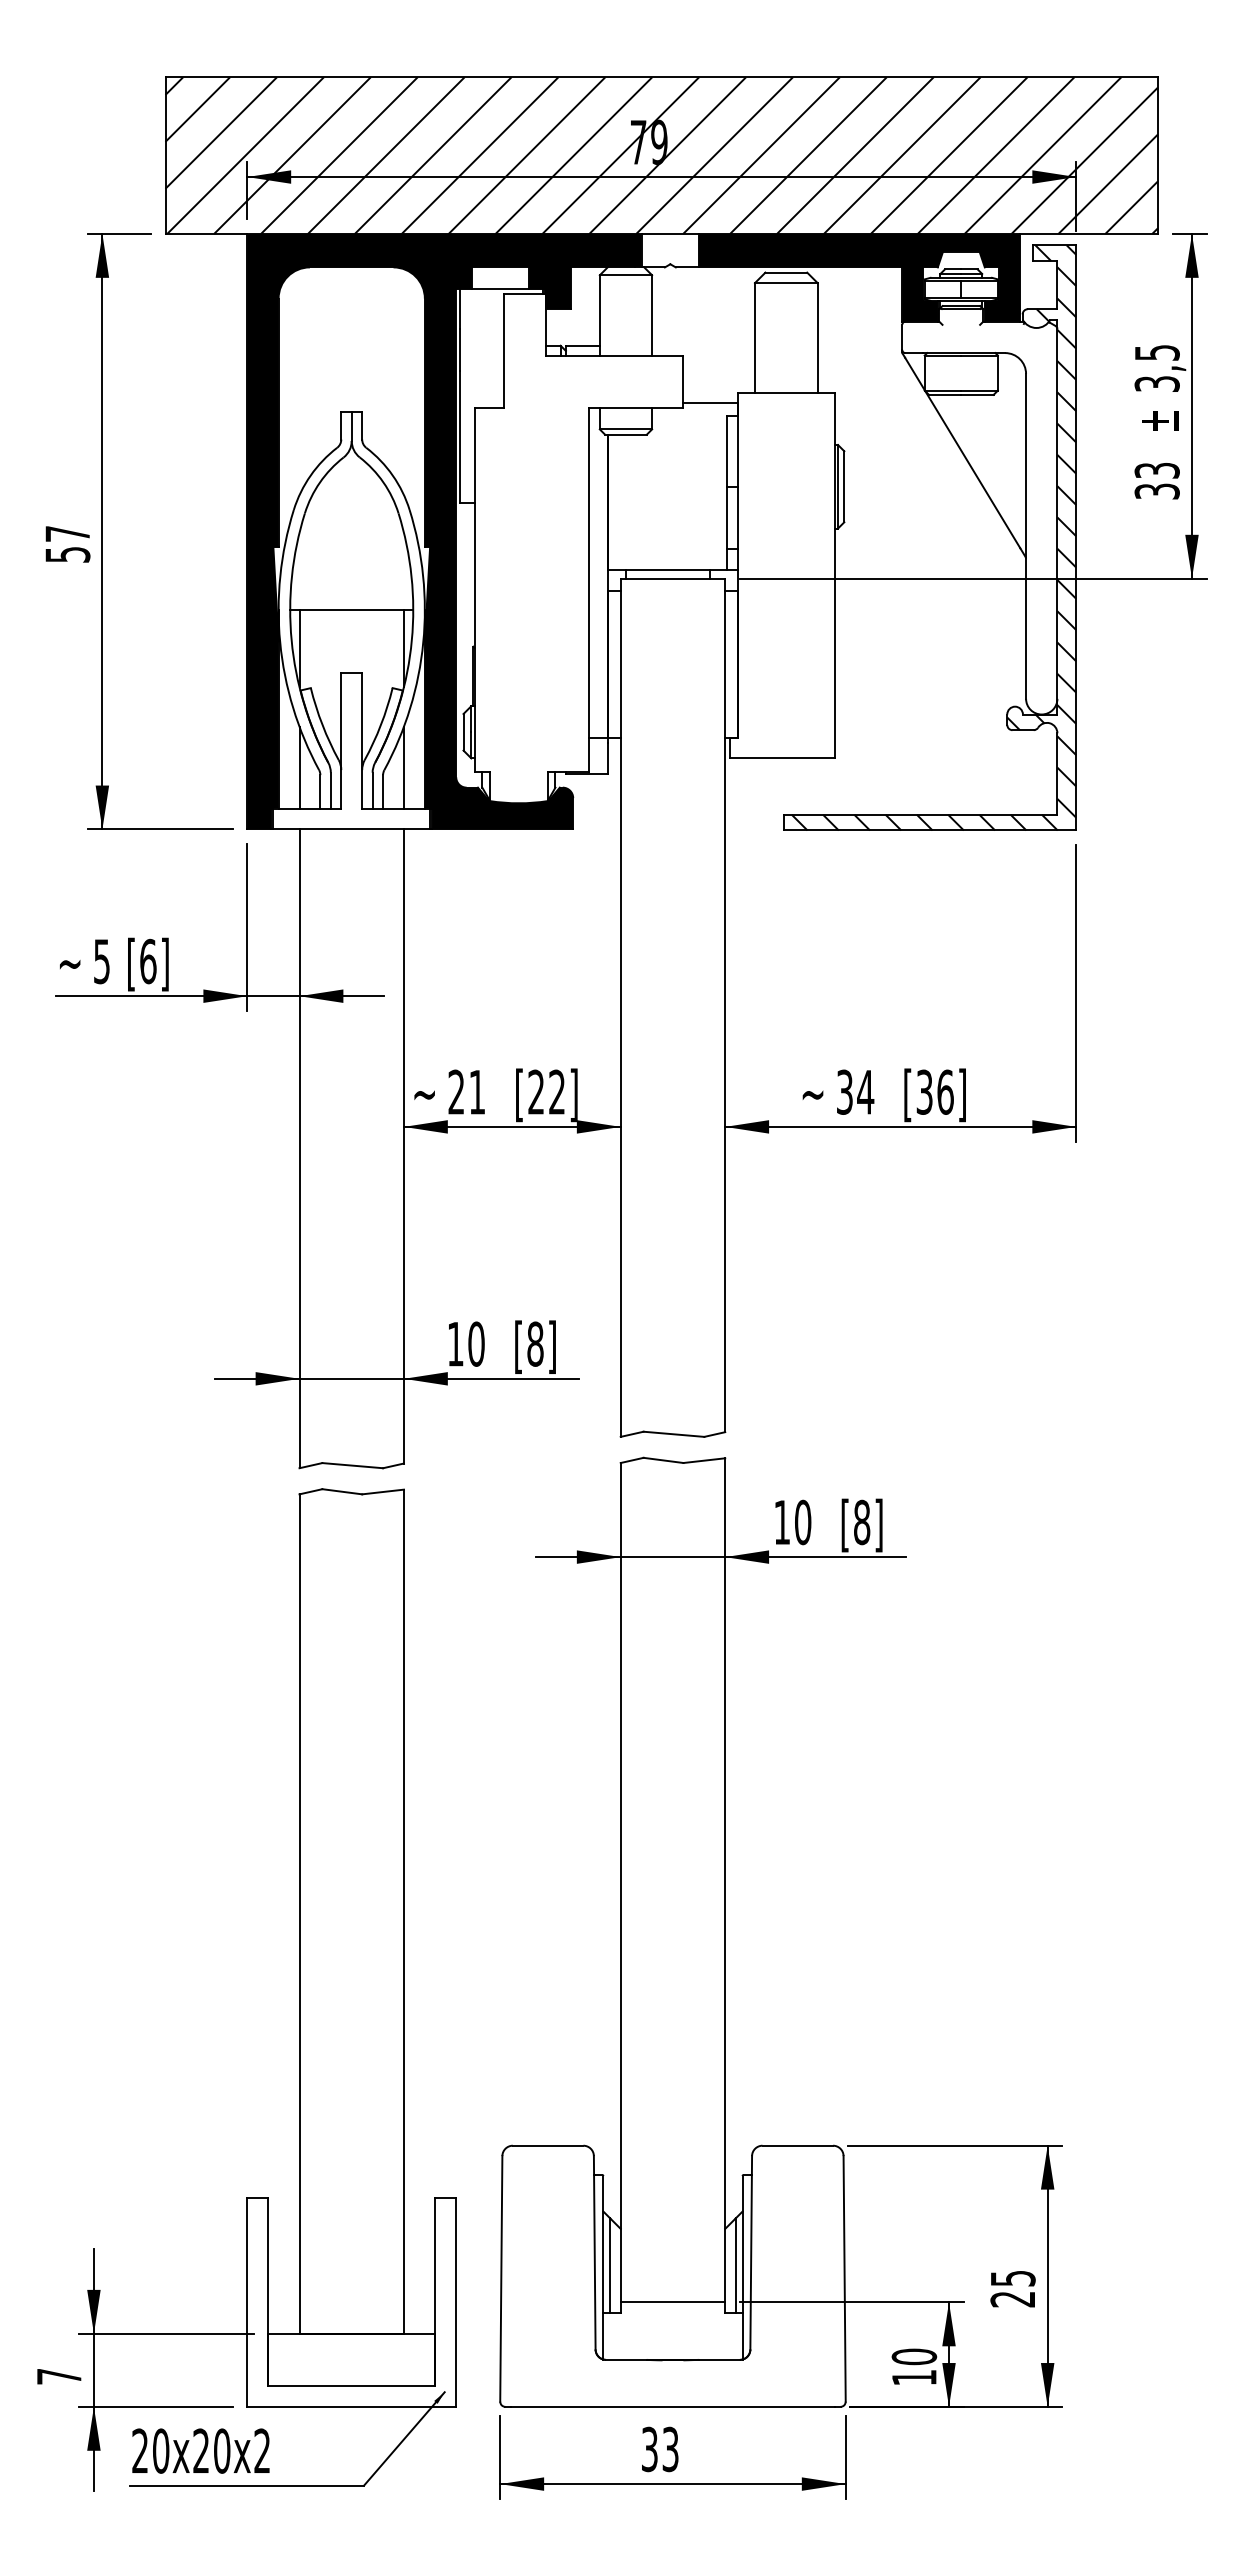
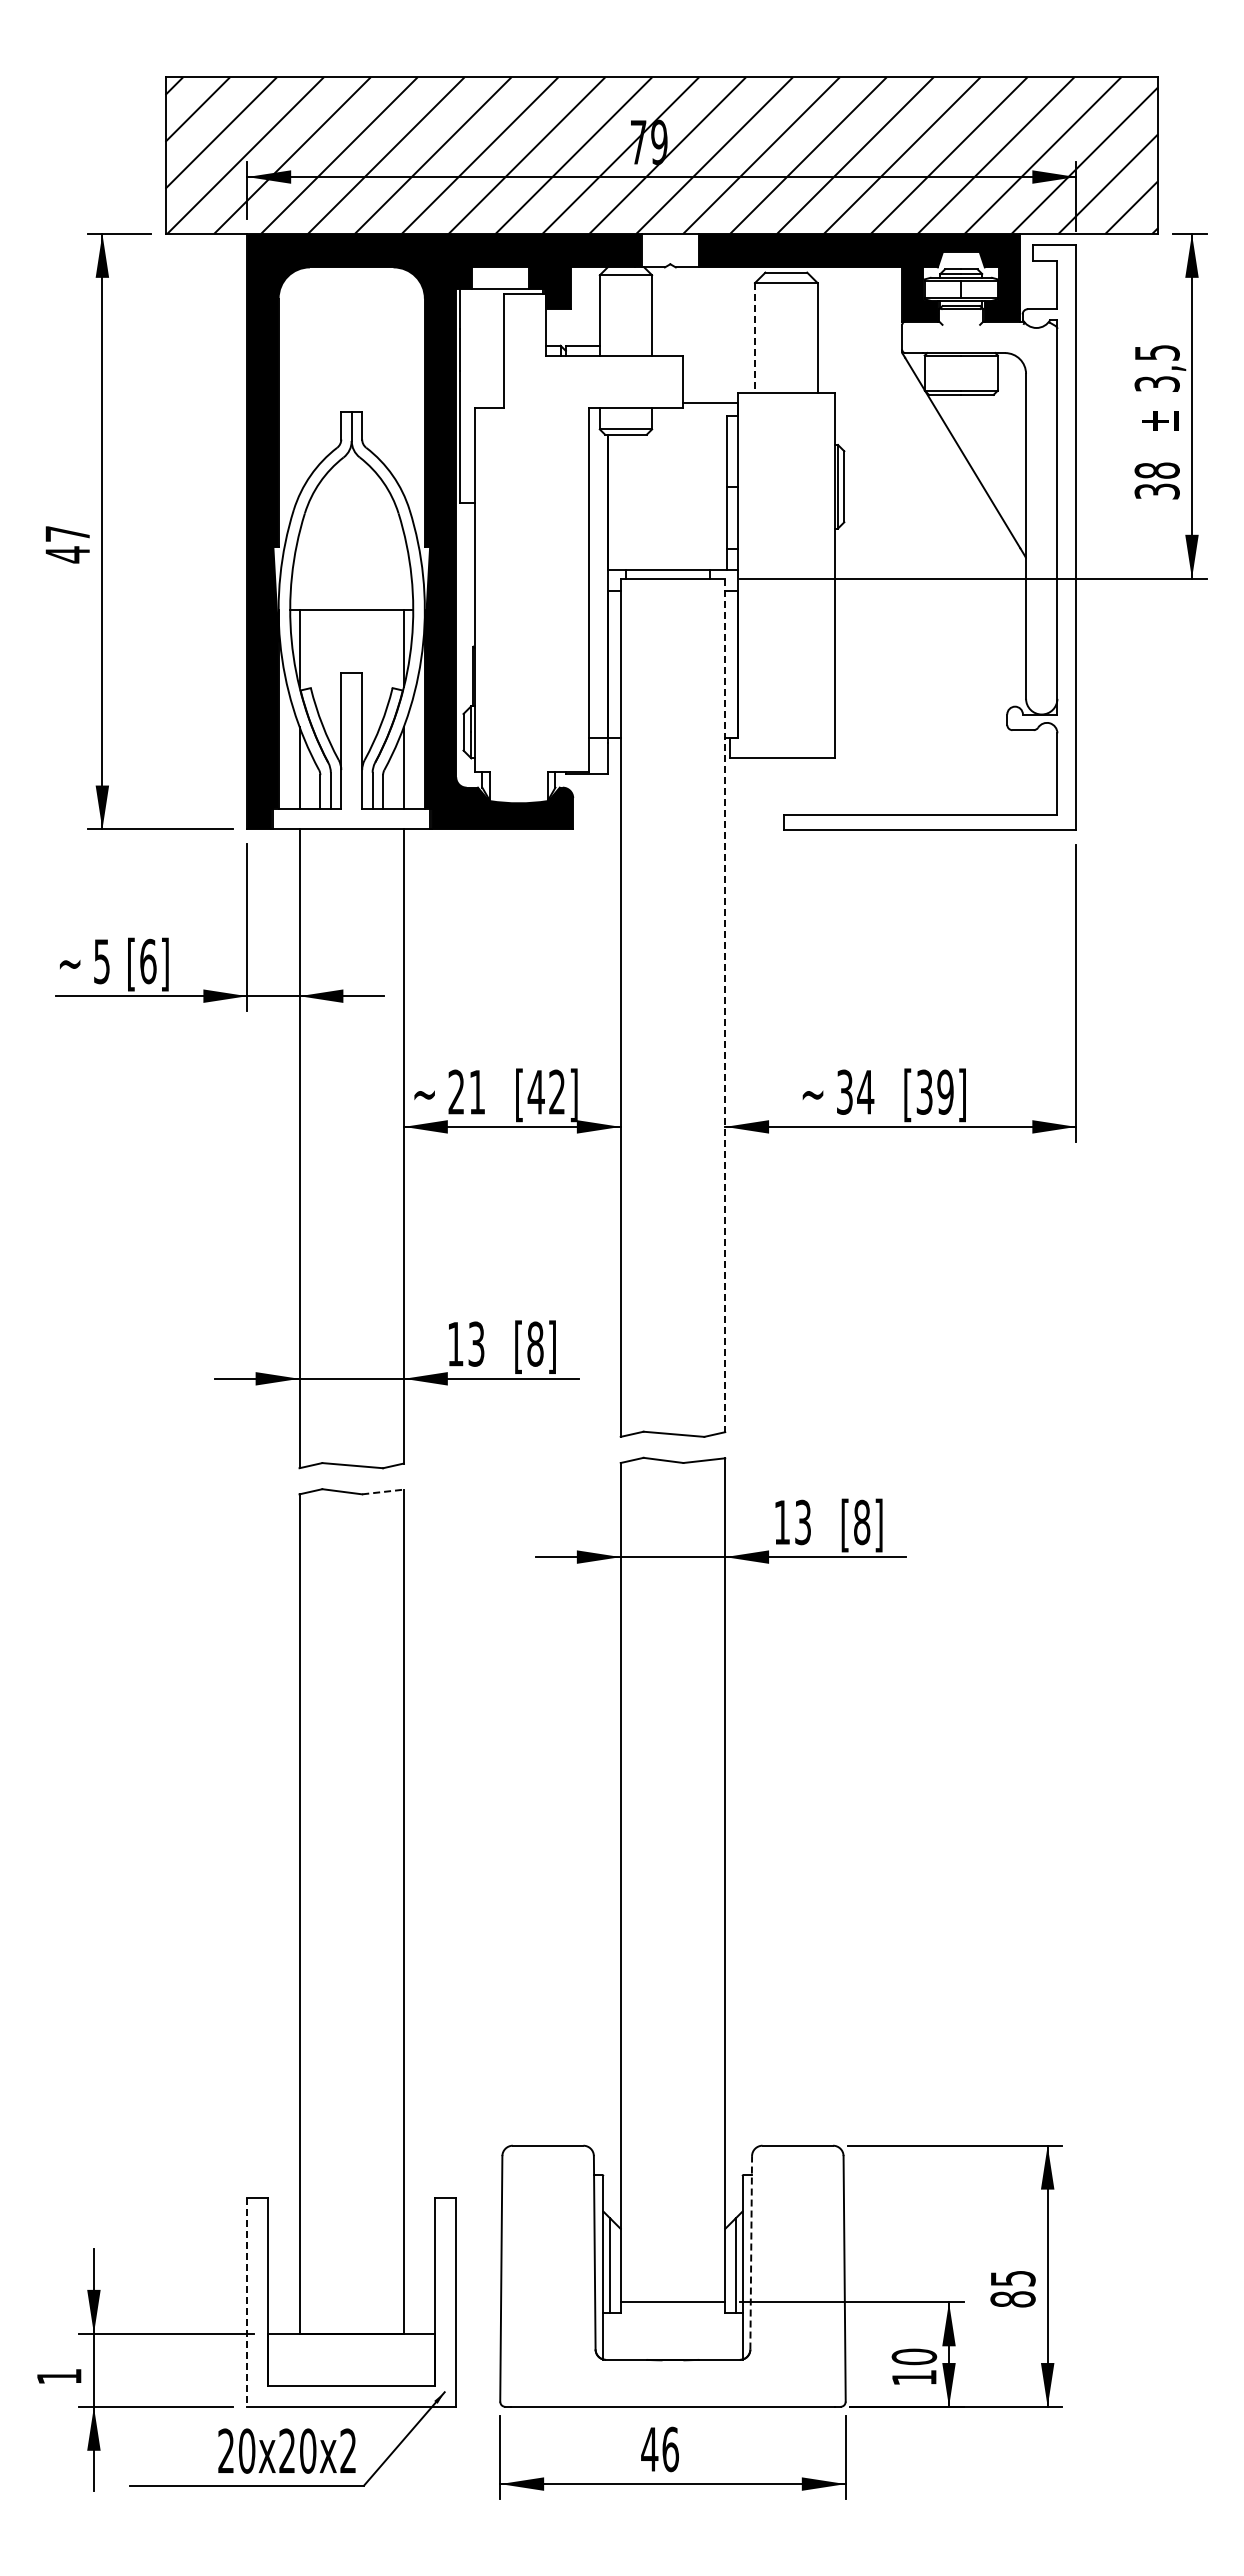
line at (754, 337): solid -> dashed
text at (1156, 470): 33 -> 38
hatch at (933, 537): present -> none
text at (67, 554): 57 -> 47
line at (725, 1005): solid -> dashed
text at (535, 1091): [22] -> [42]
text at (945, 1091): [36] -> [39]
text at (476, 1343): 10 -> 13
line at (383, 1491): solid -> dashed
text at (803, 1522): 10 -> 13
line at (751, 2252): solid -> dashed
text at (1012, 2299): 25 -> 85
line at (247, 2302): solid -> dashed
text at (59, 2376): 7 -> 1
text at (659, 2449): 33 -> 46
text at (200, 2450) position: (200, 2450) -> (286, 2450)
